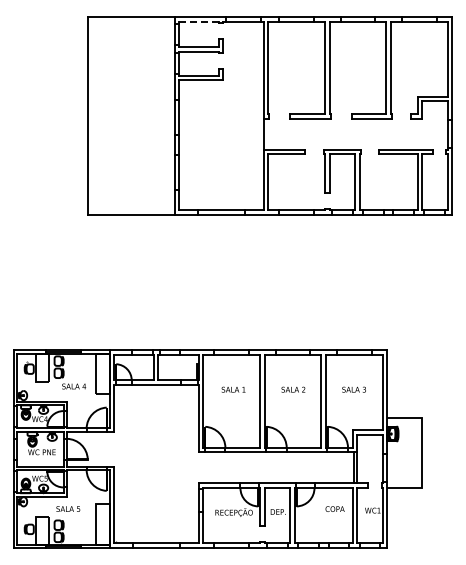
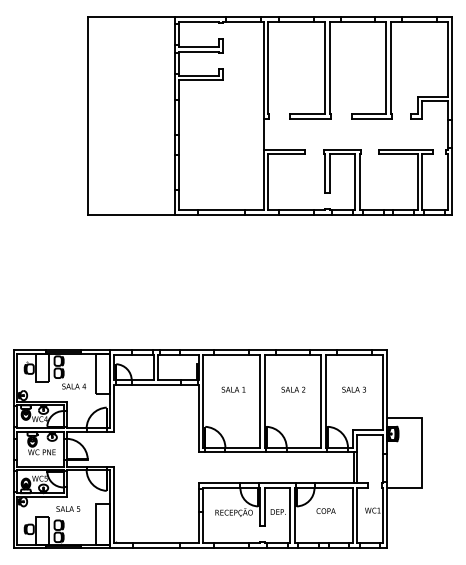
line at (198, 21): dashed -> solid
text at (334, 508) position: (334, 508) -> (325, 510)
